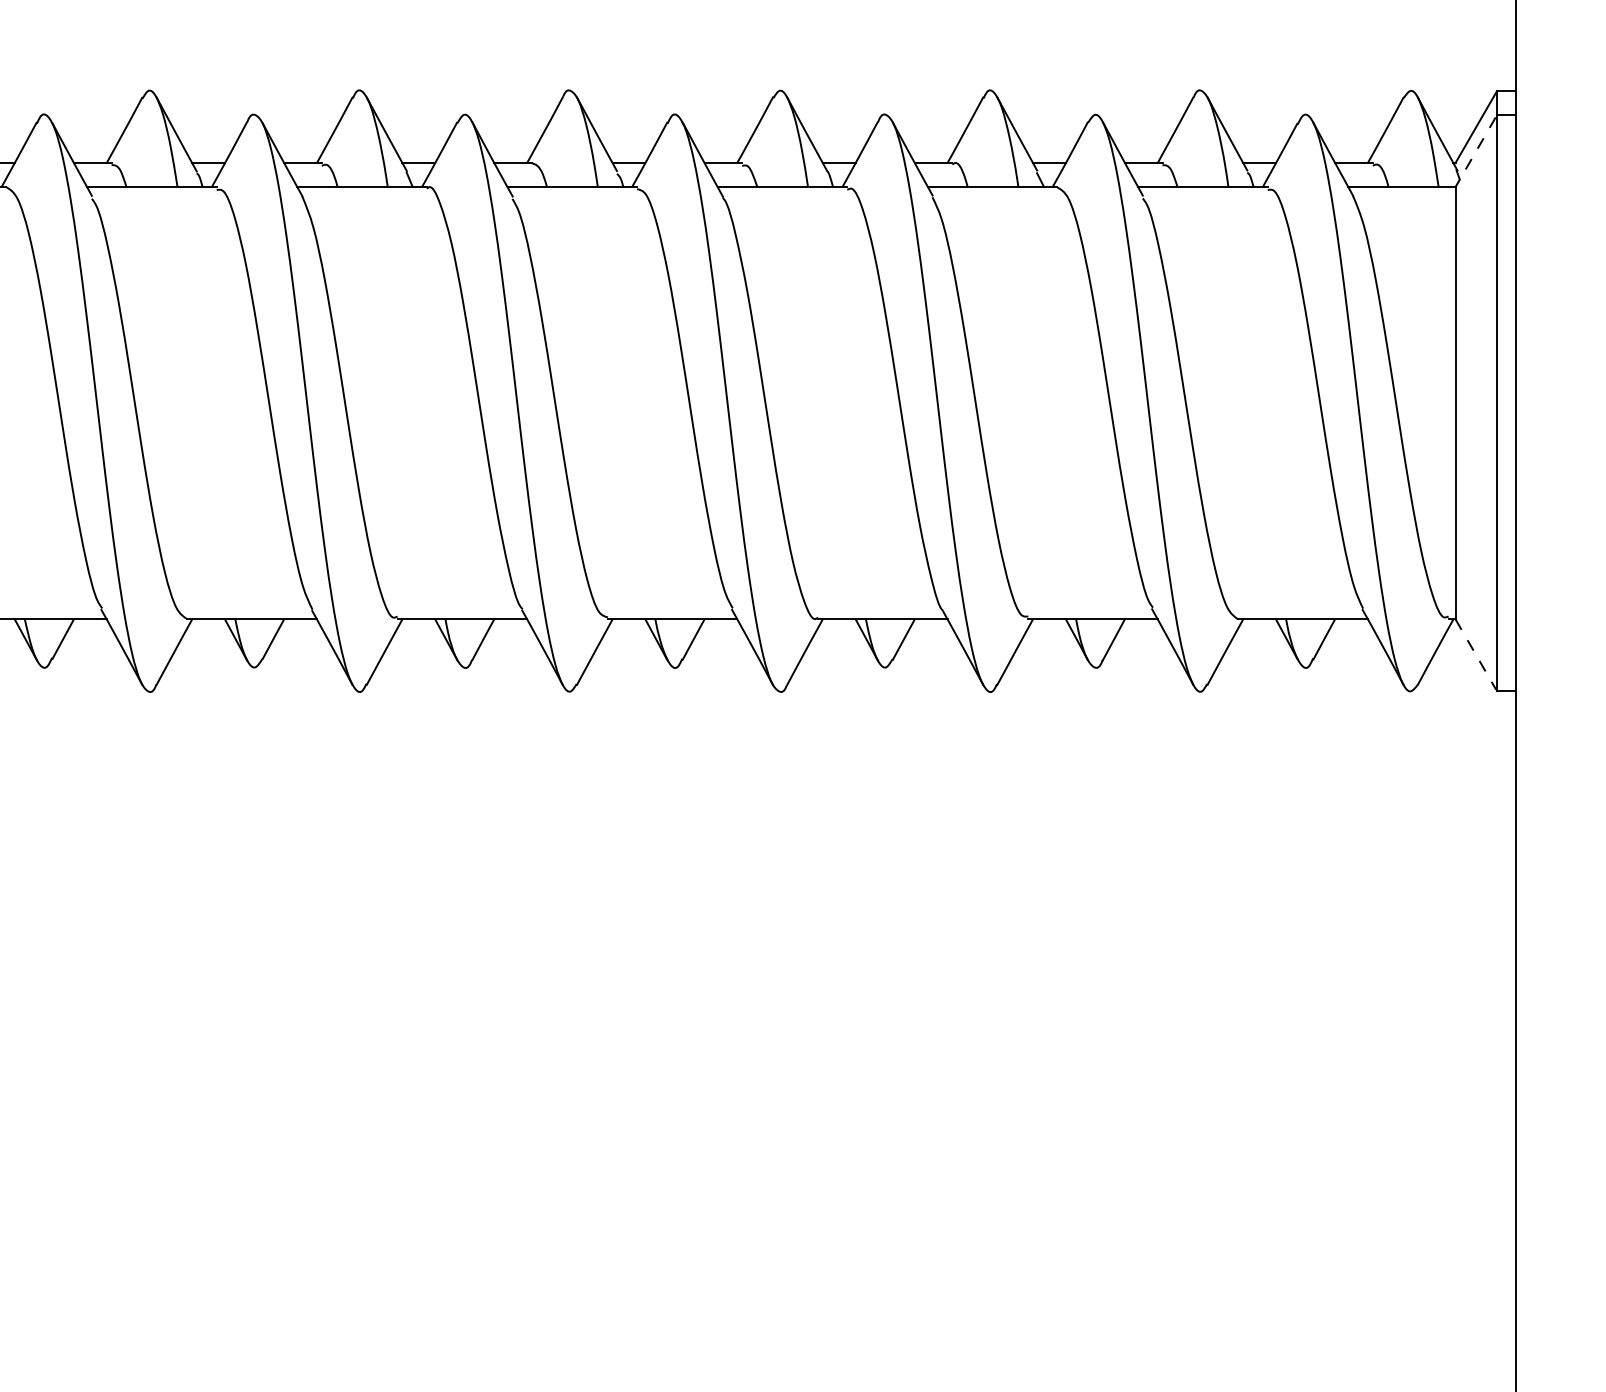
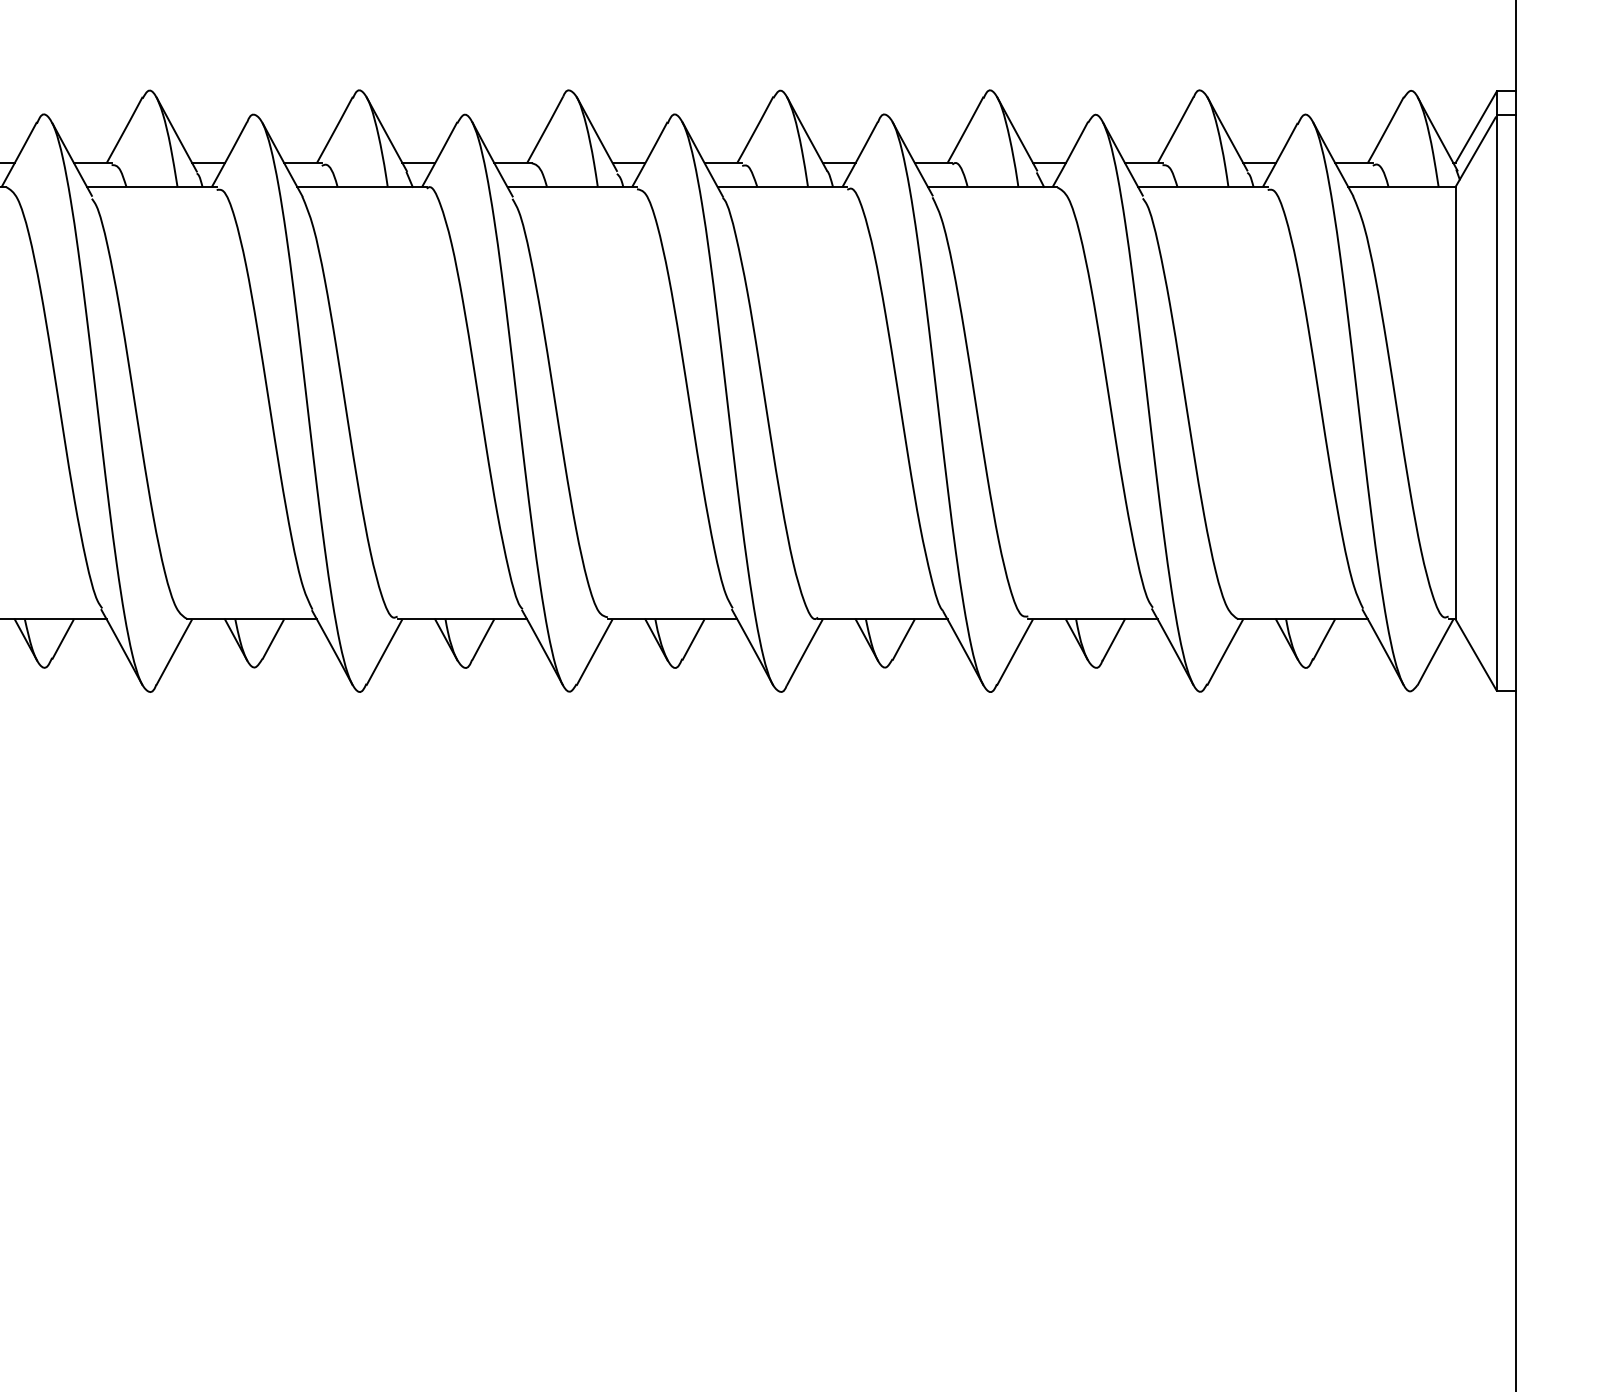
line at (1475, 152): dashed -> solid
line at (1475, 654): dashed -> solid
